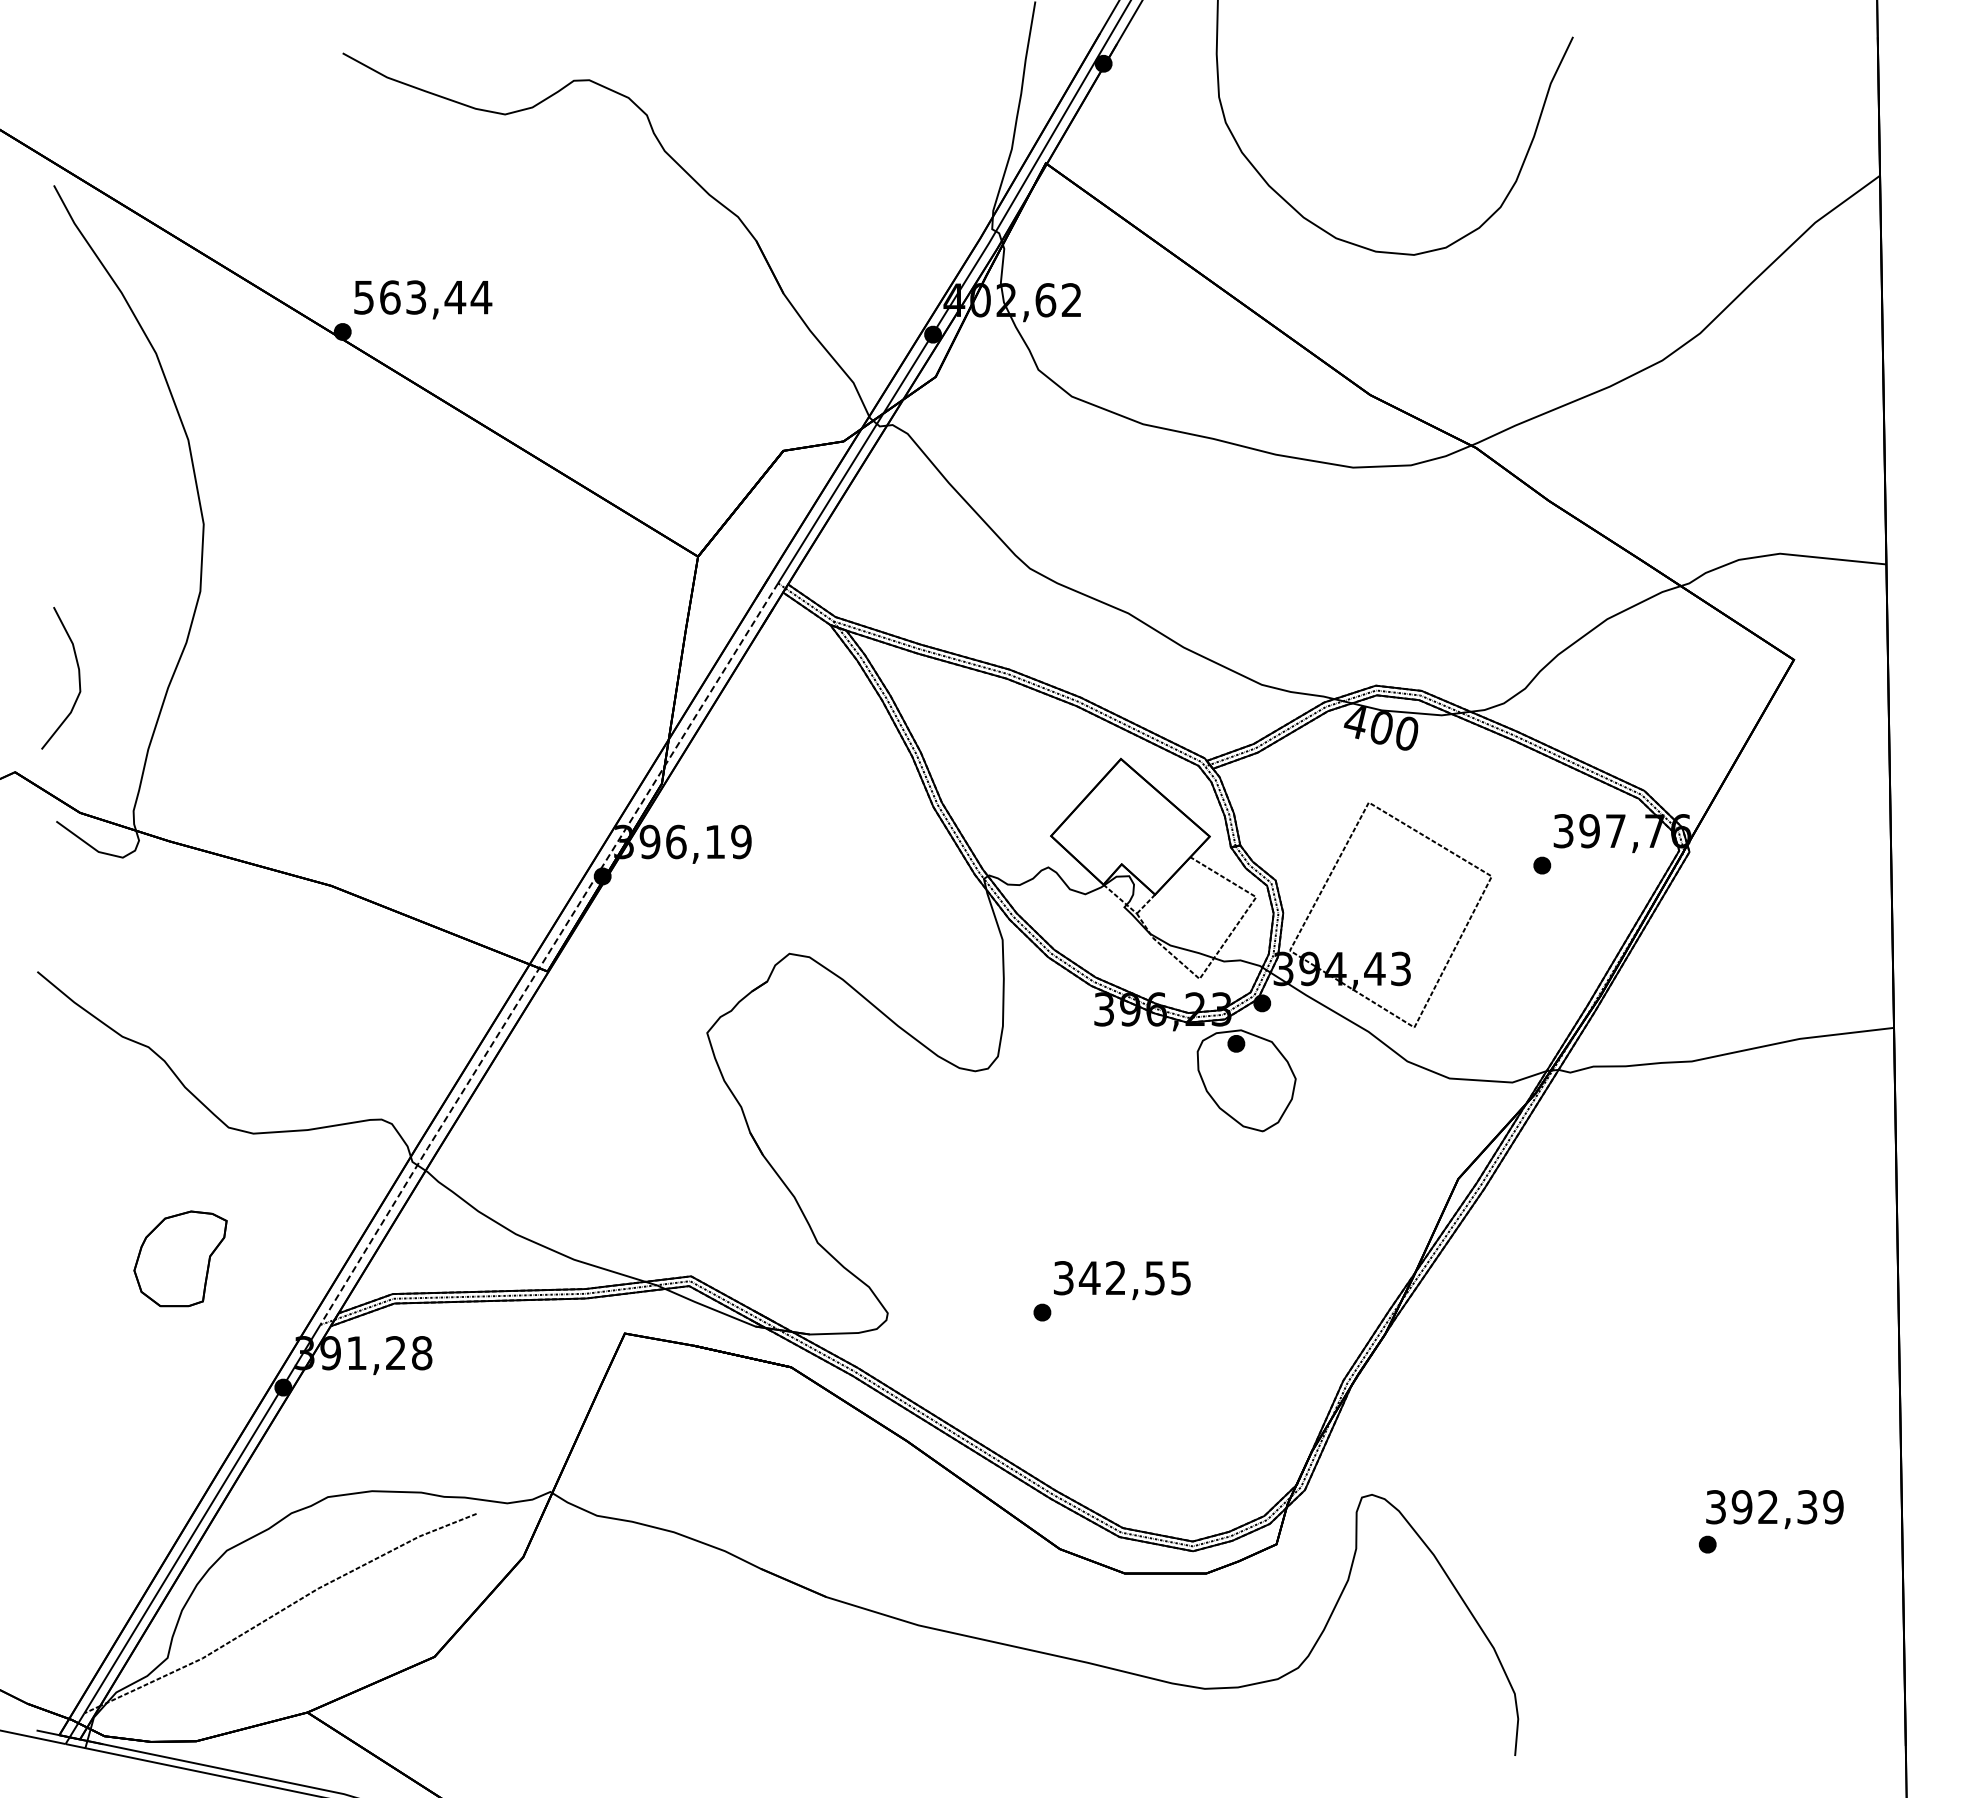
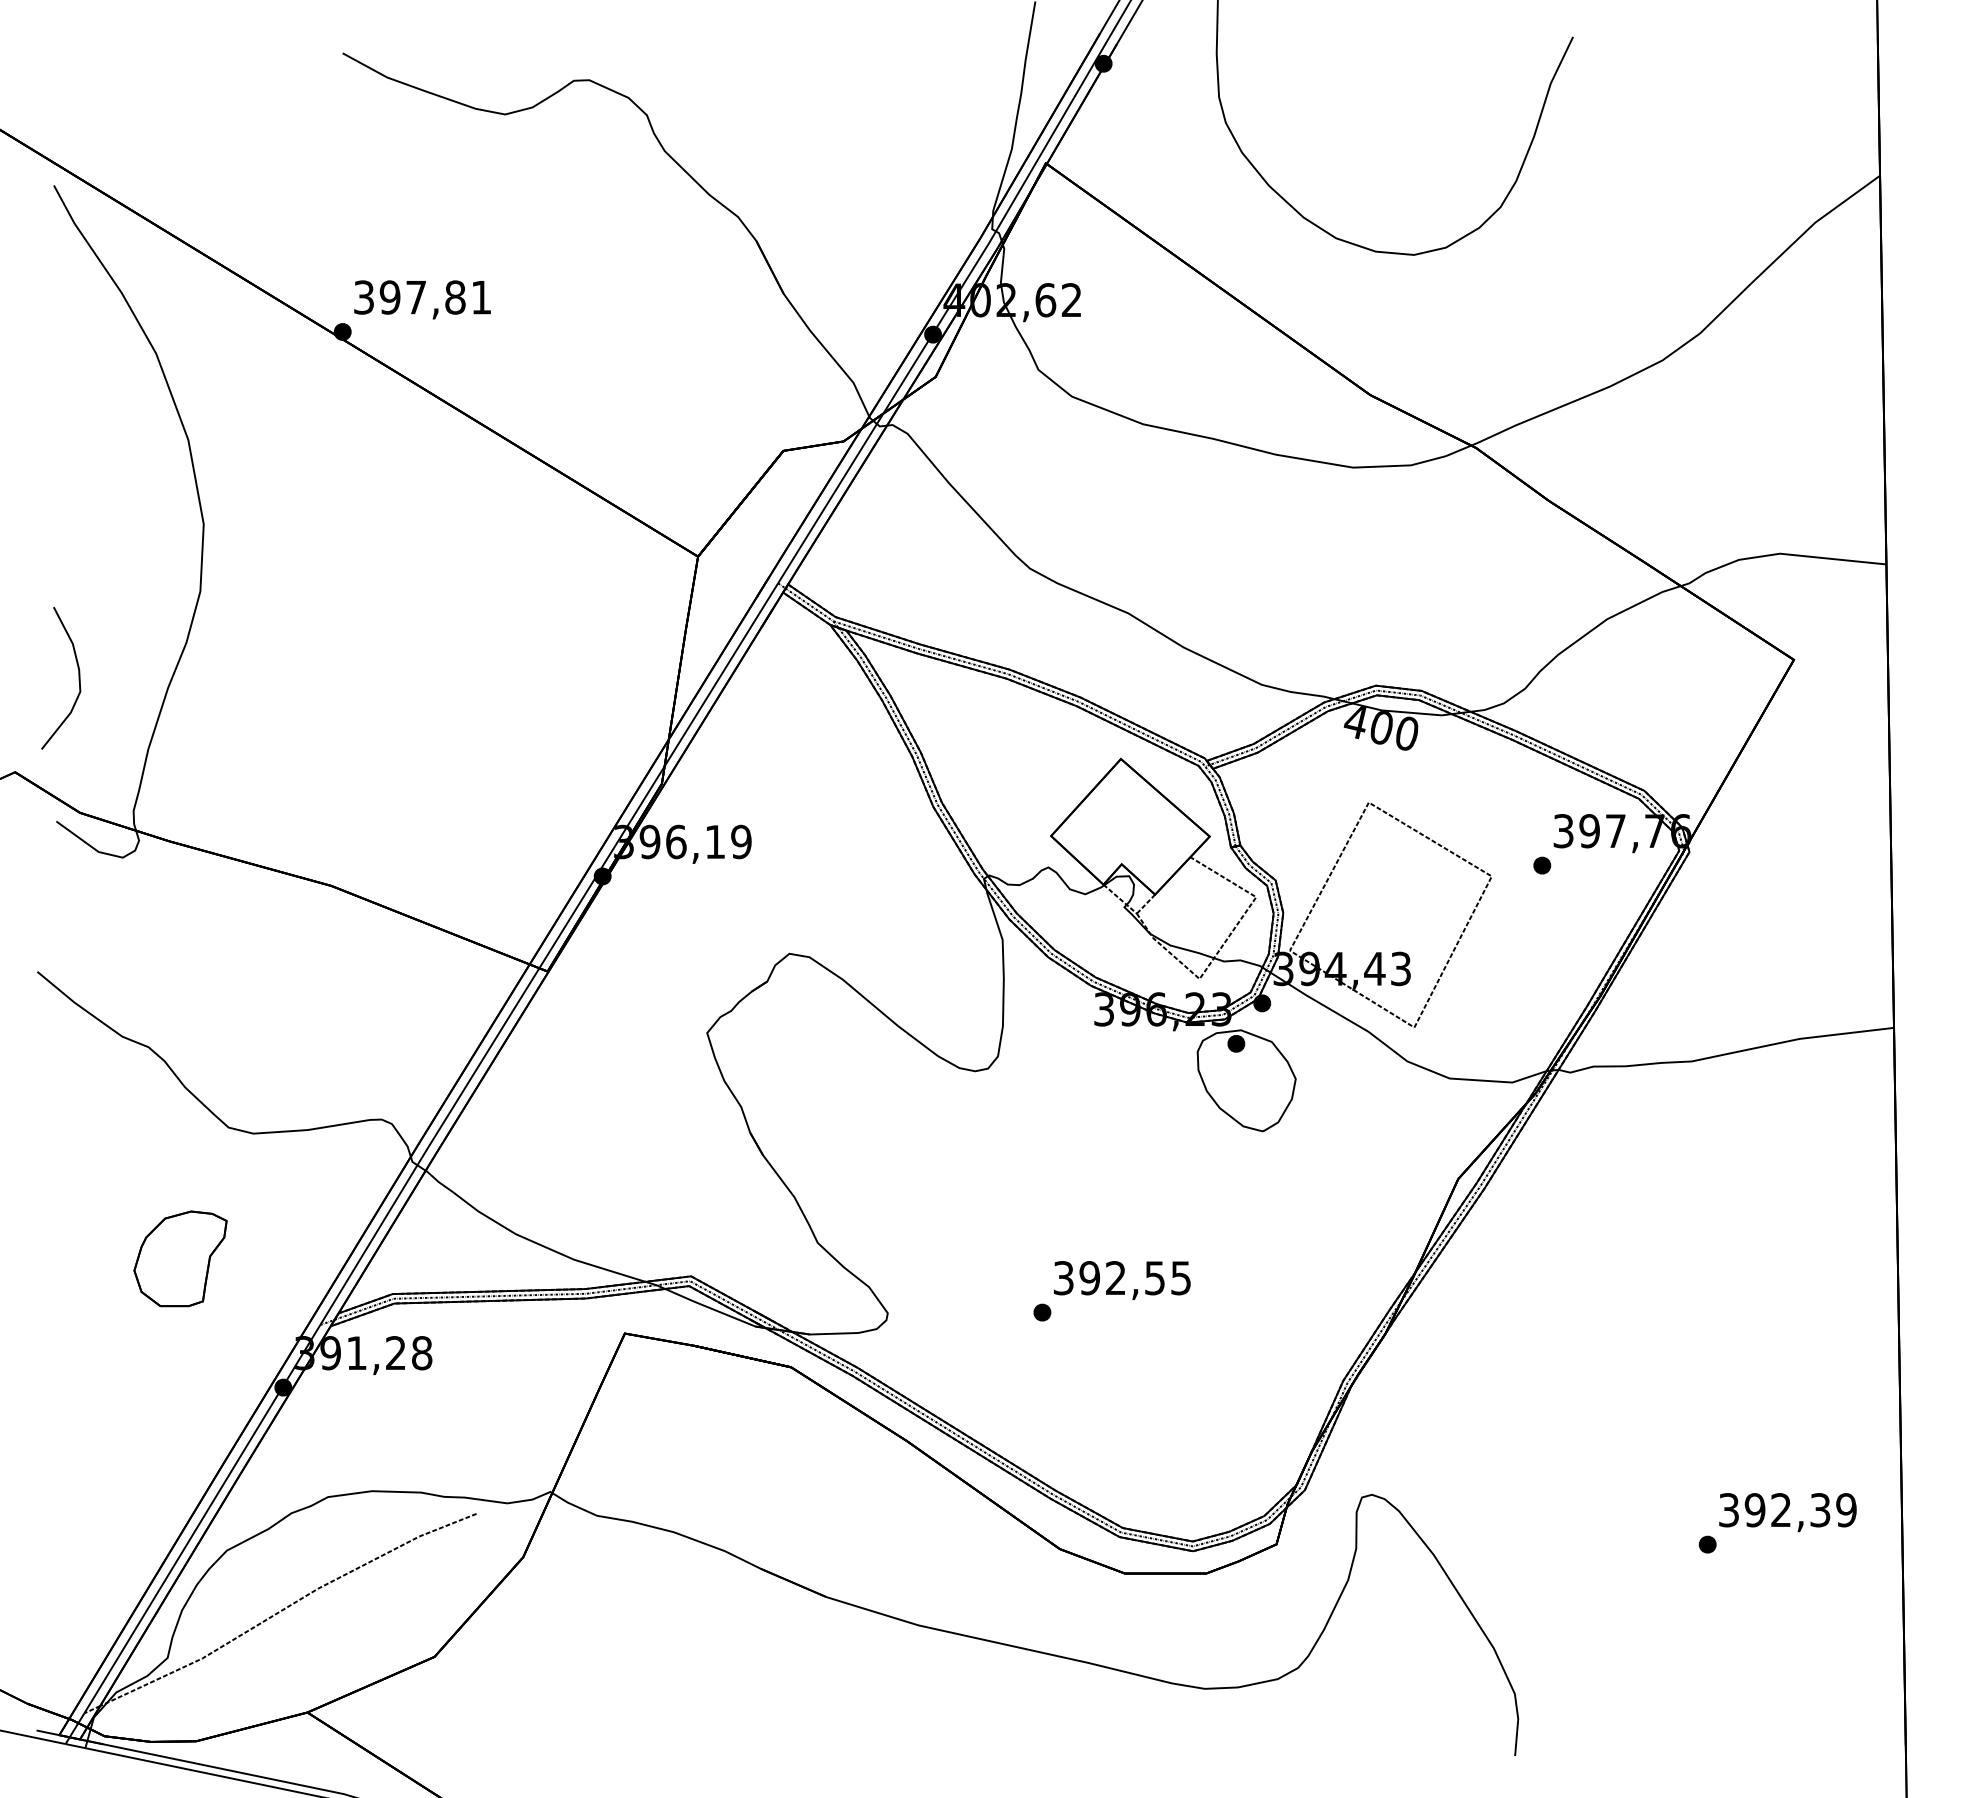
text at (423, 297): 563,44 -> 397,81
line at (547, 954): dashed -> solid
text at (1089, 1278): 342,55 -> 392,55
text at (1774, 1509) position: (1774, 1509) -> (1787, 1512)
